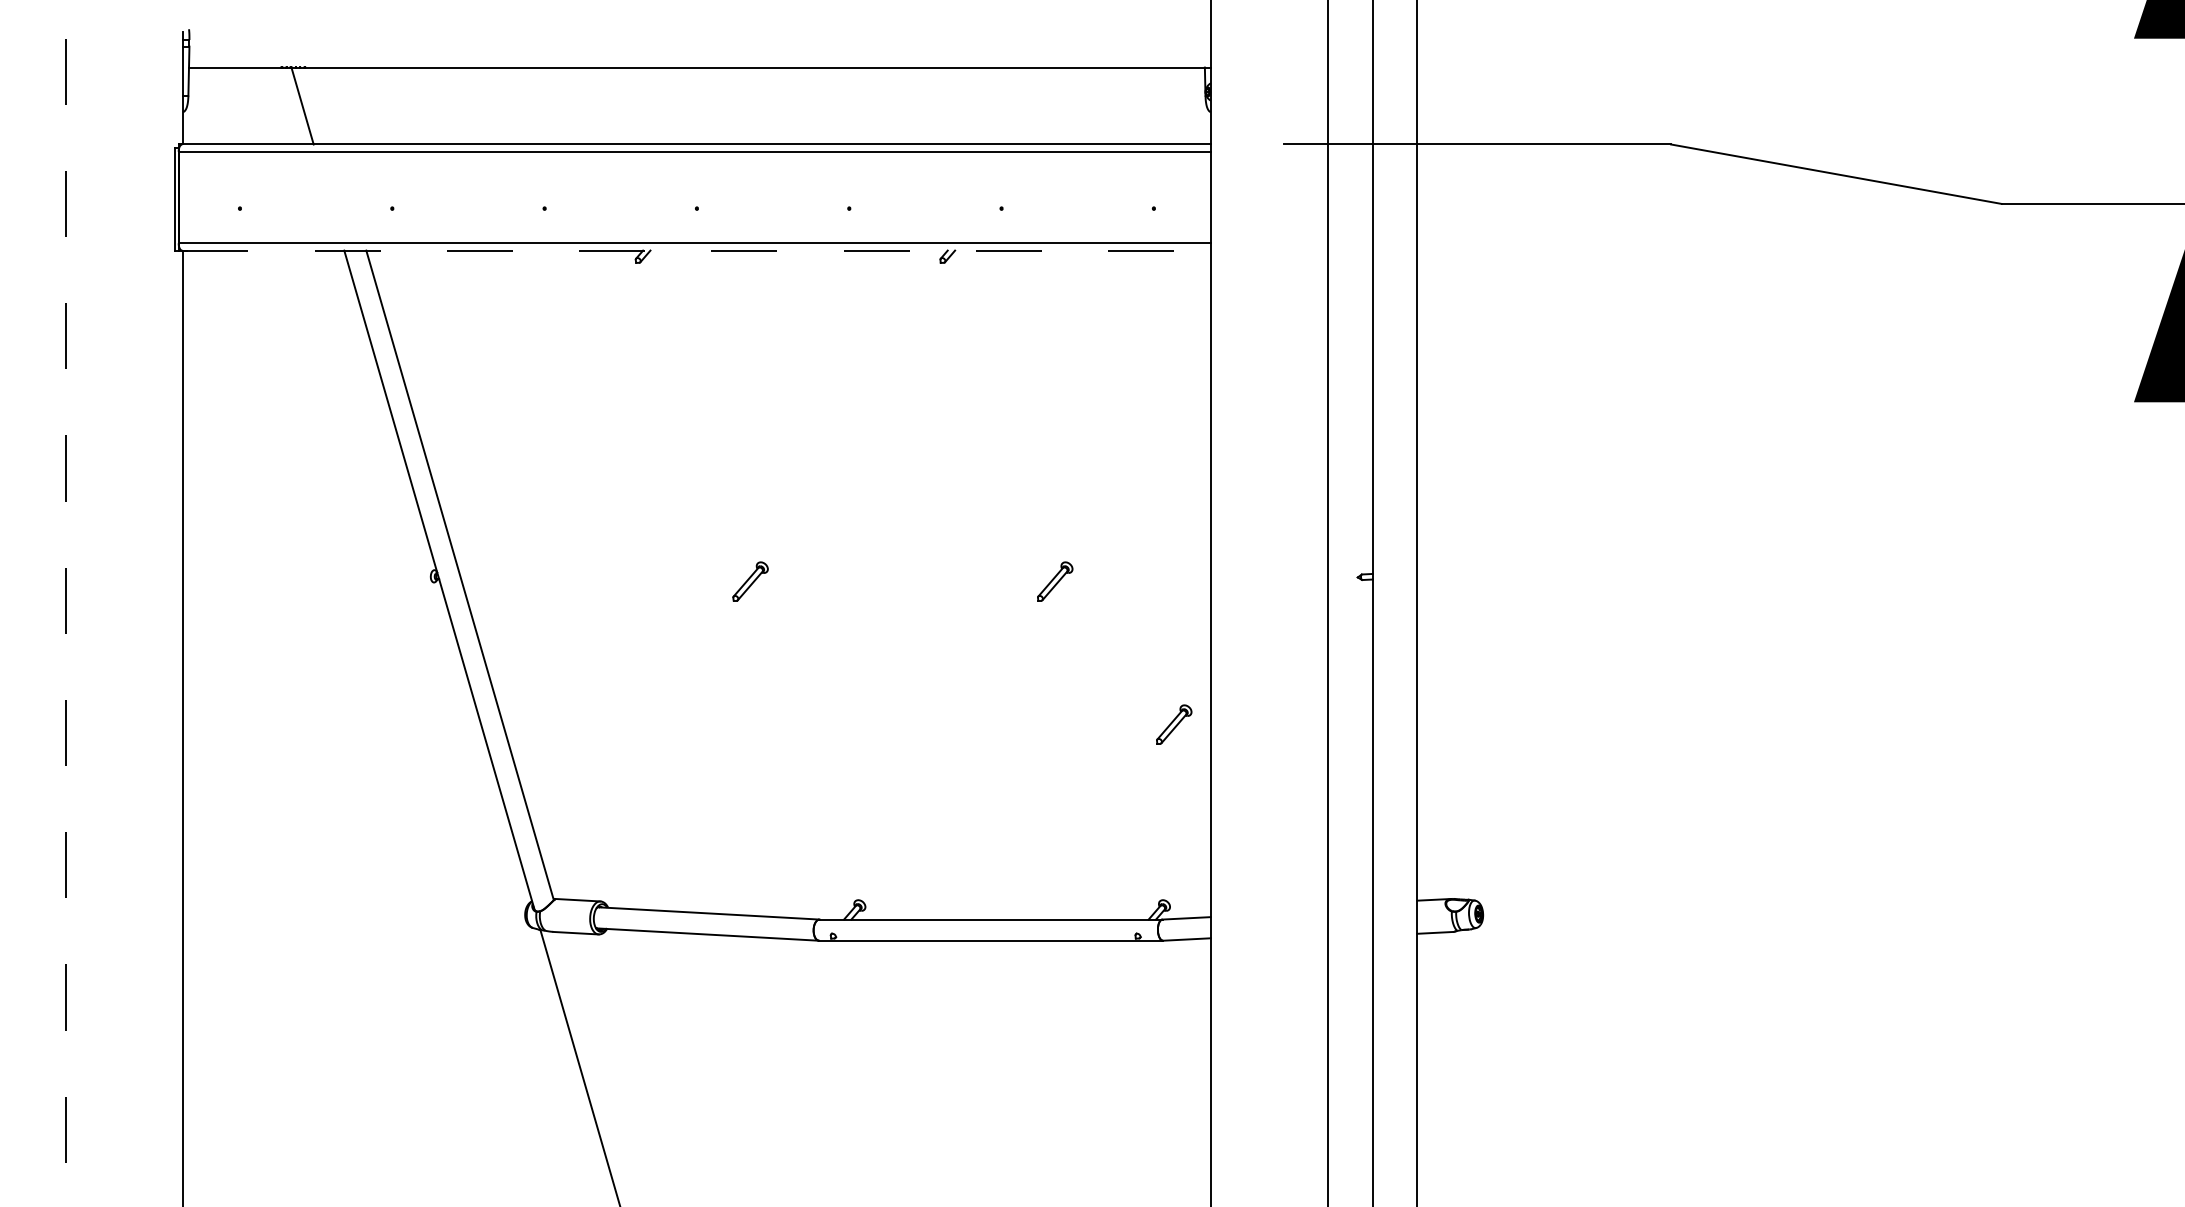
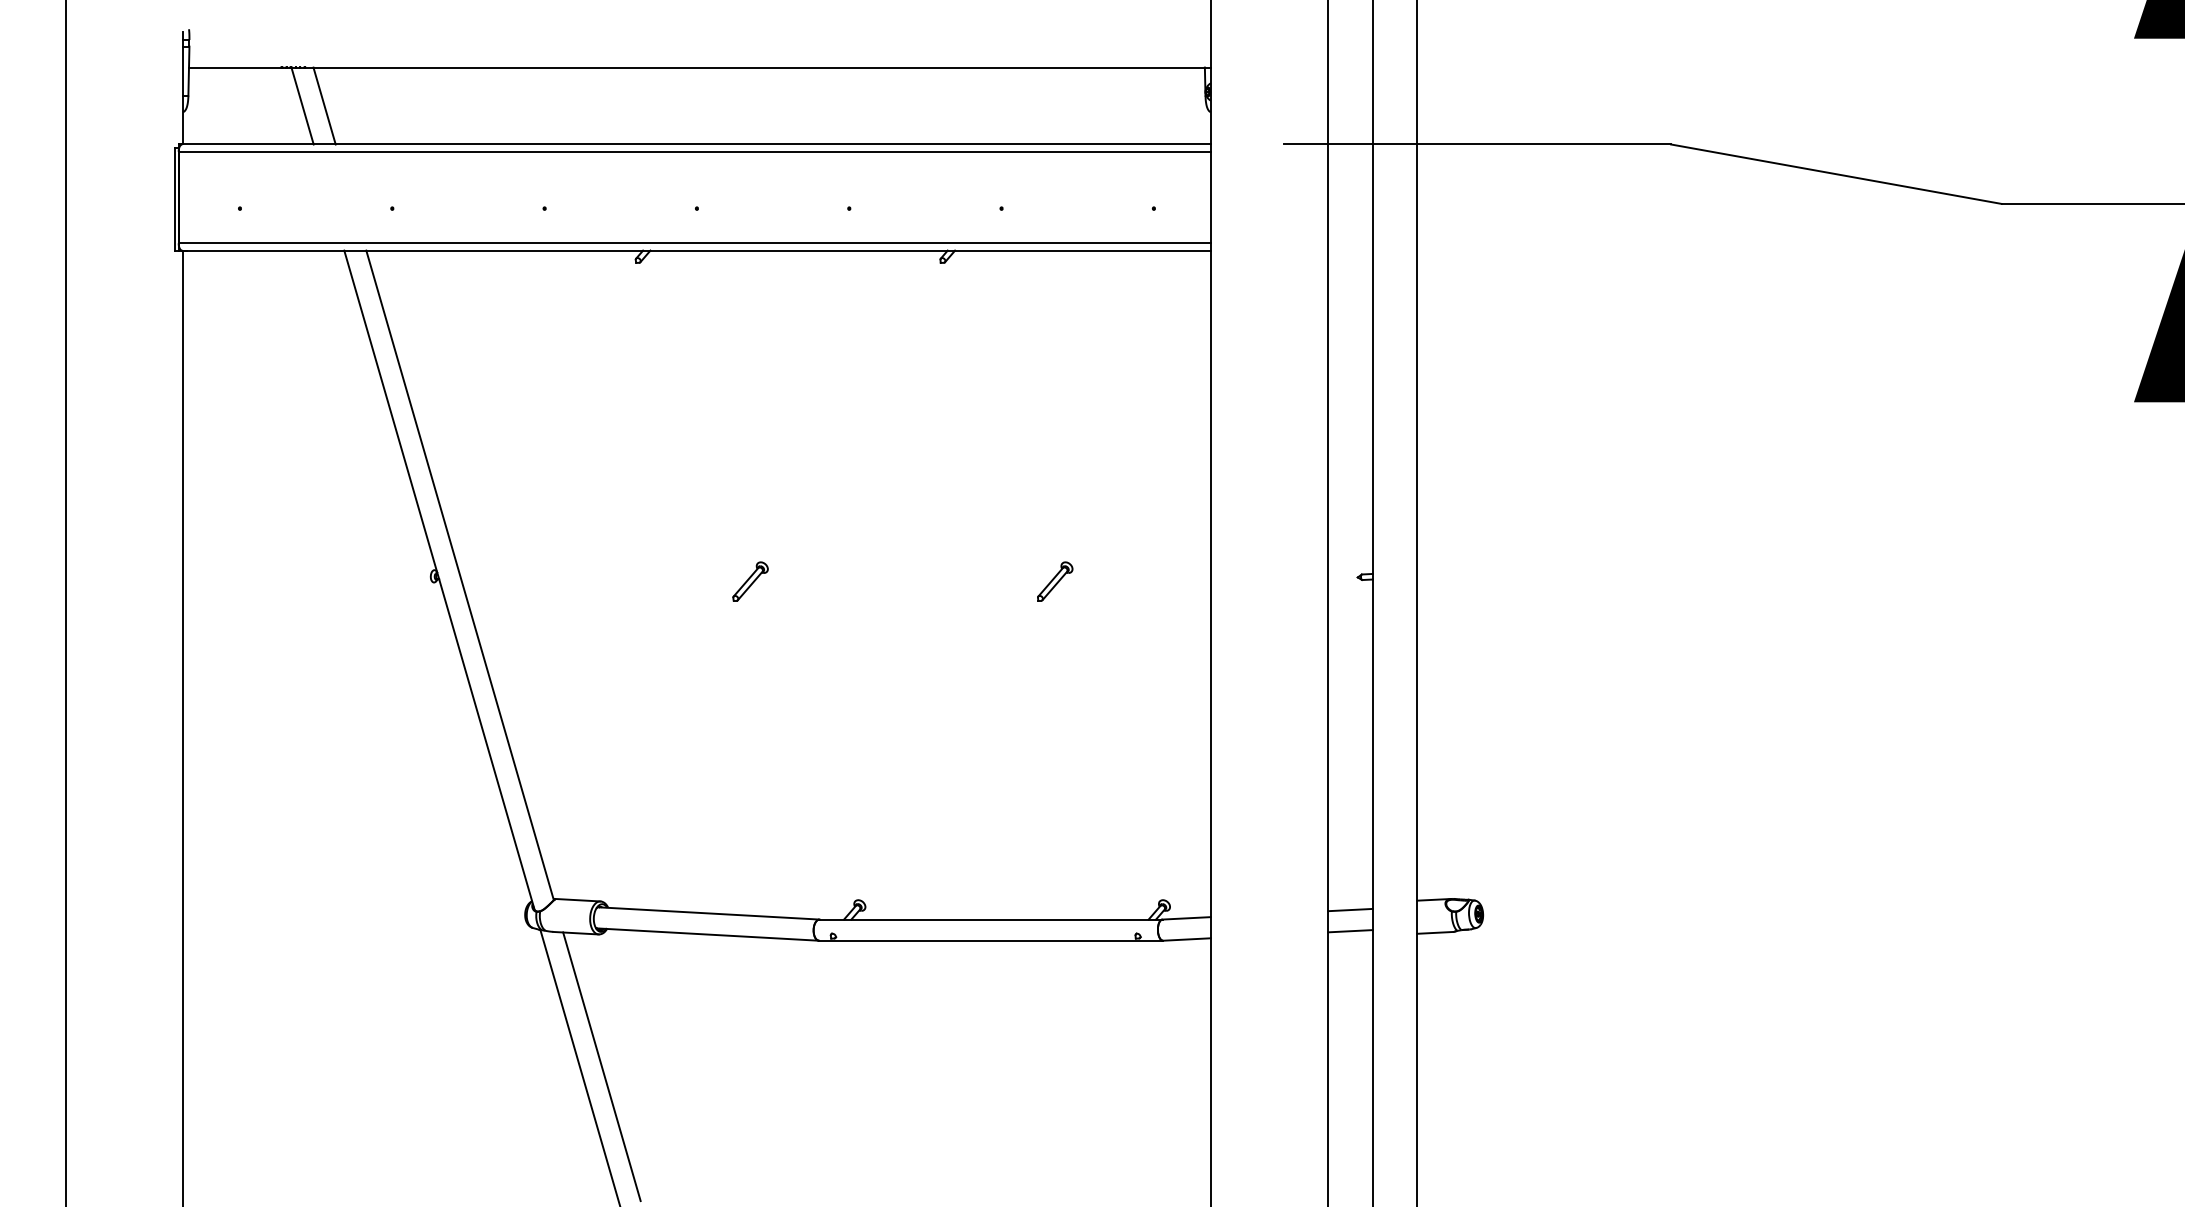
line at (324, 105): none -> present
line at (697, 250): dashed -> solid
line at (65, 603): dashed -> solid
part at (1174, 724): present -> none
line at (1350, 909): none -> present
line at (1350, 931): none -> present
line at (601, 1066): none -> present
